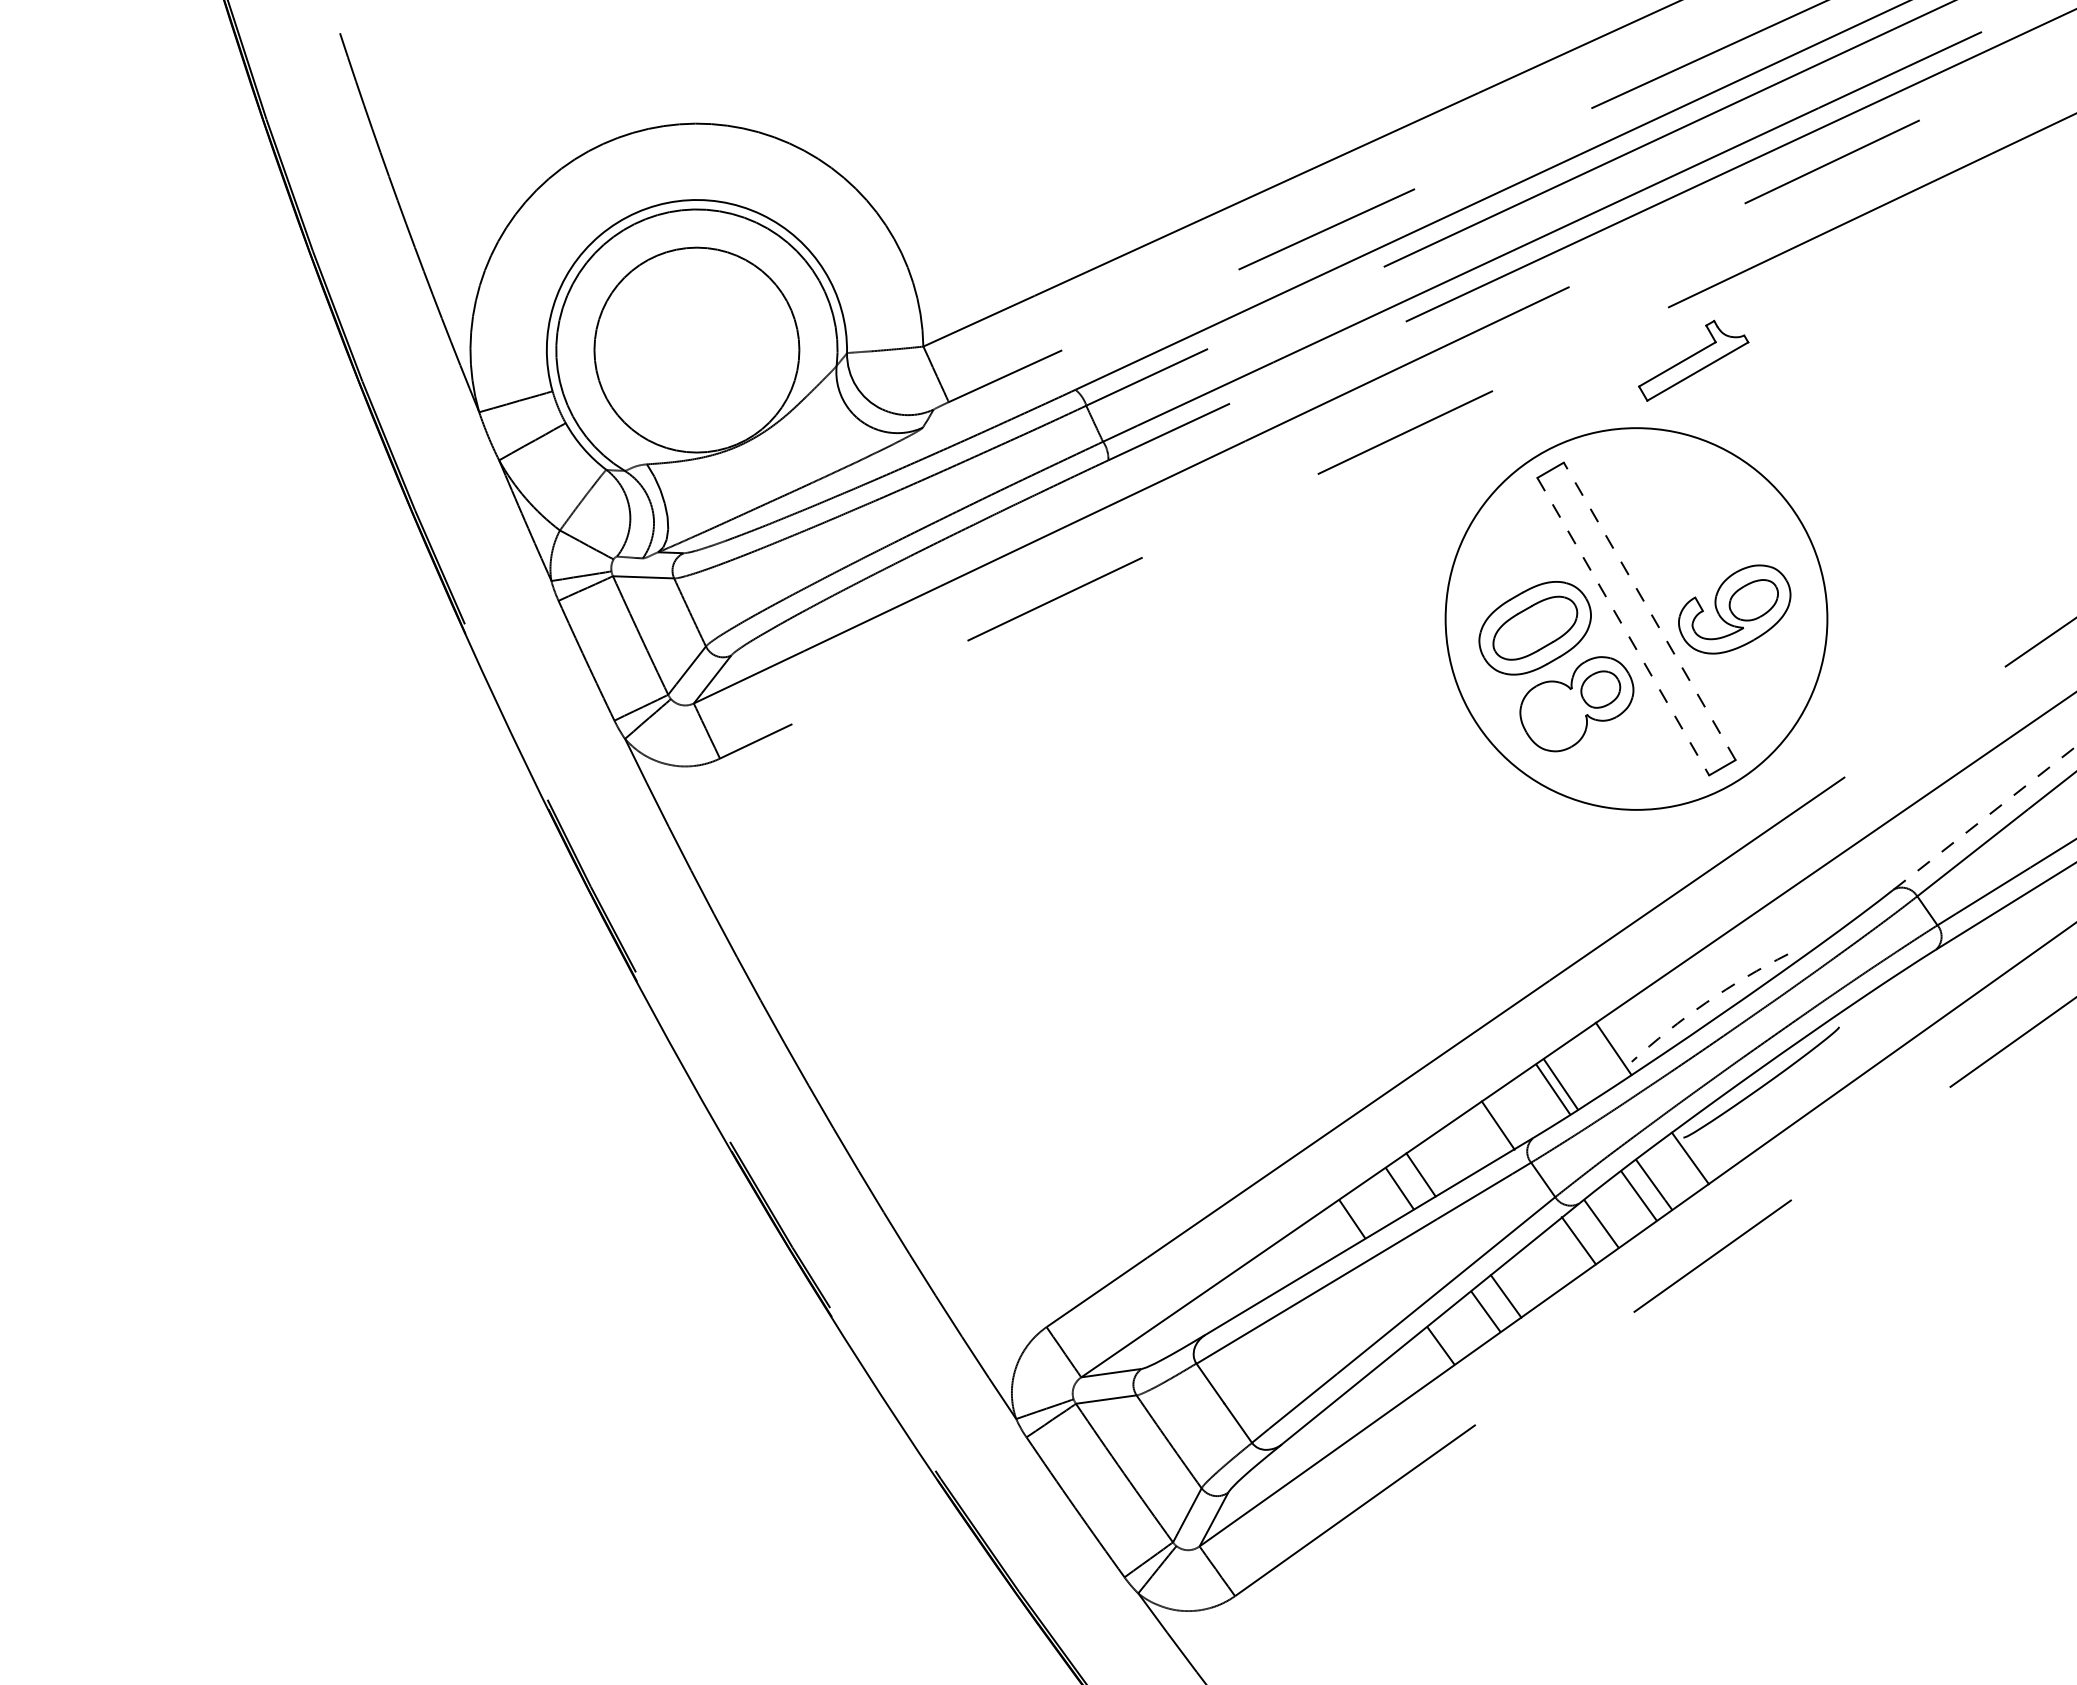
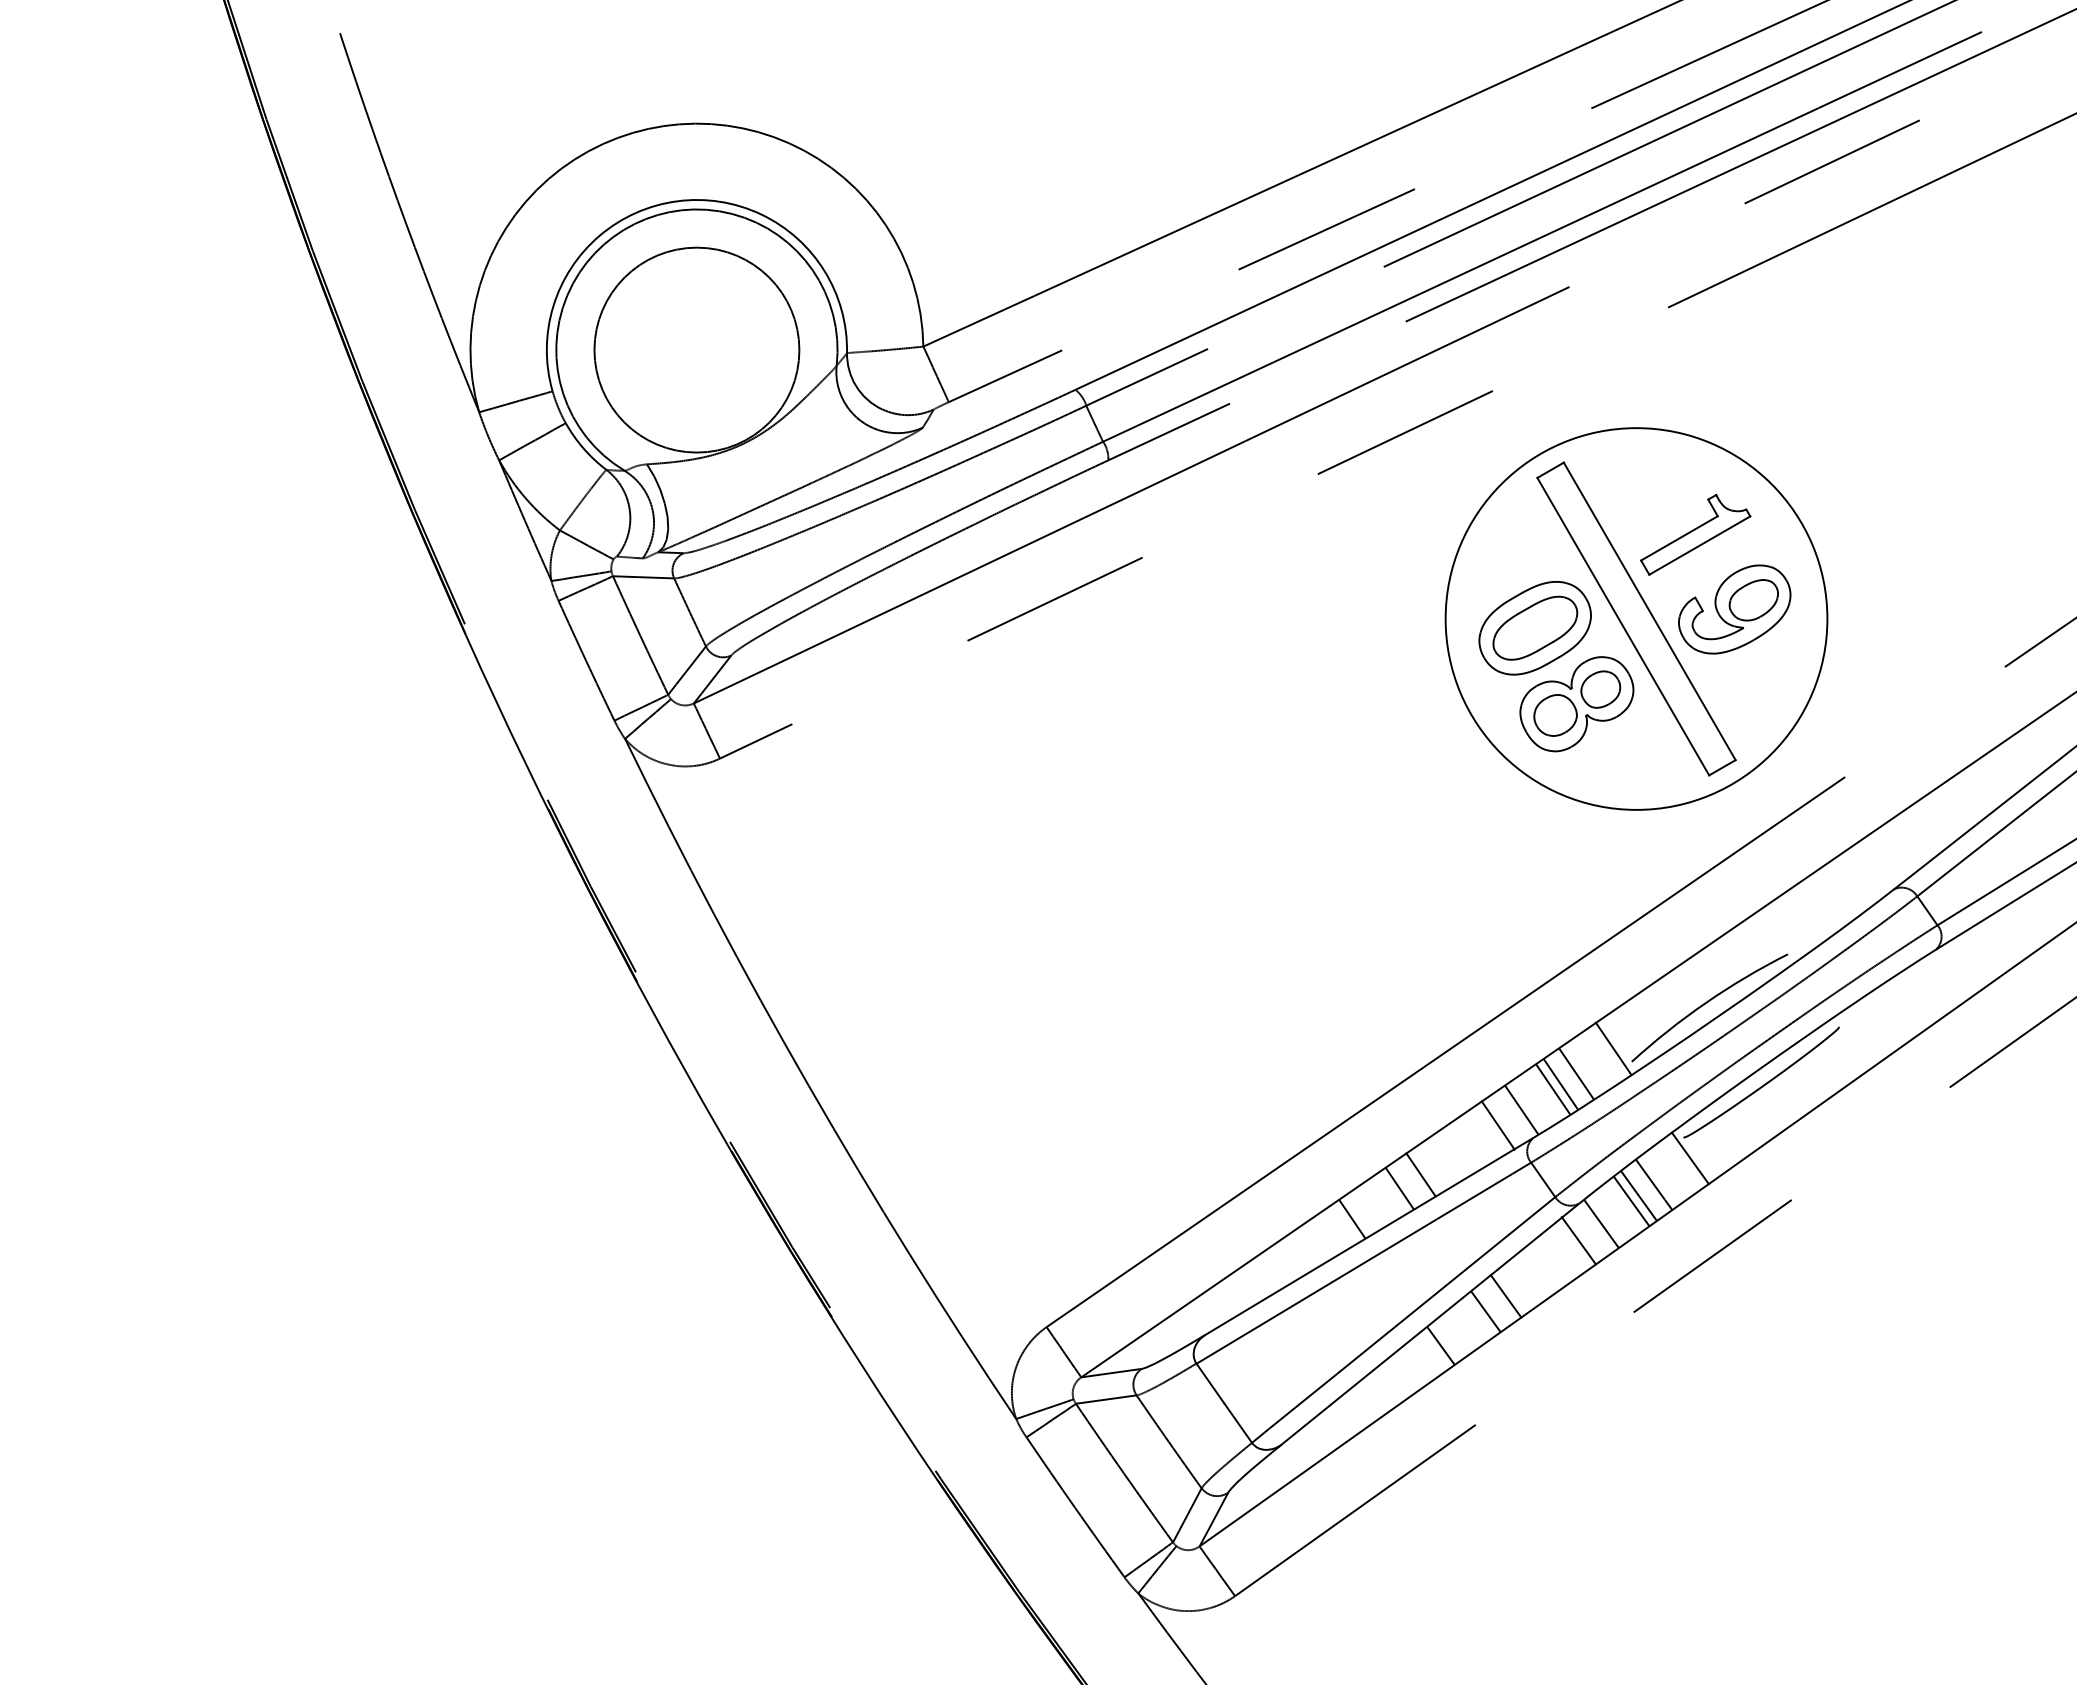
part at (1693, 360) position: (1693, 360) -> (1695, 534)
line at (1649, 611): dashed -> solid
line at (1623, 626): dashed -> solid
part at (1555, 715): none -> present
line at (1984, 818): dashed -> solid
arc at (1706, 1002): dashed -> solid
line at (1576, 1073): none -> present
line at (1521, 1109): none -> present
line at (1631, 1201): none -> present
